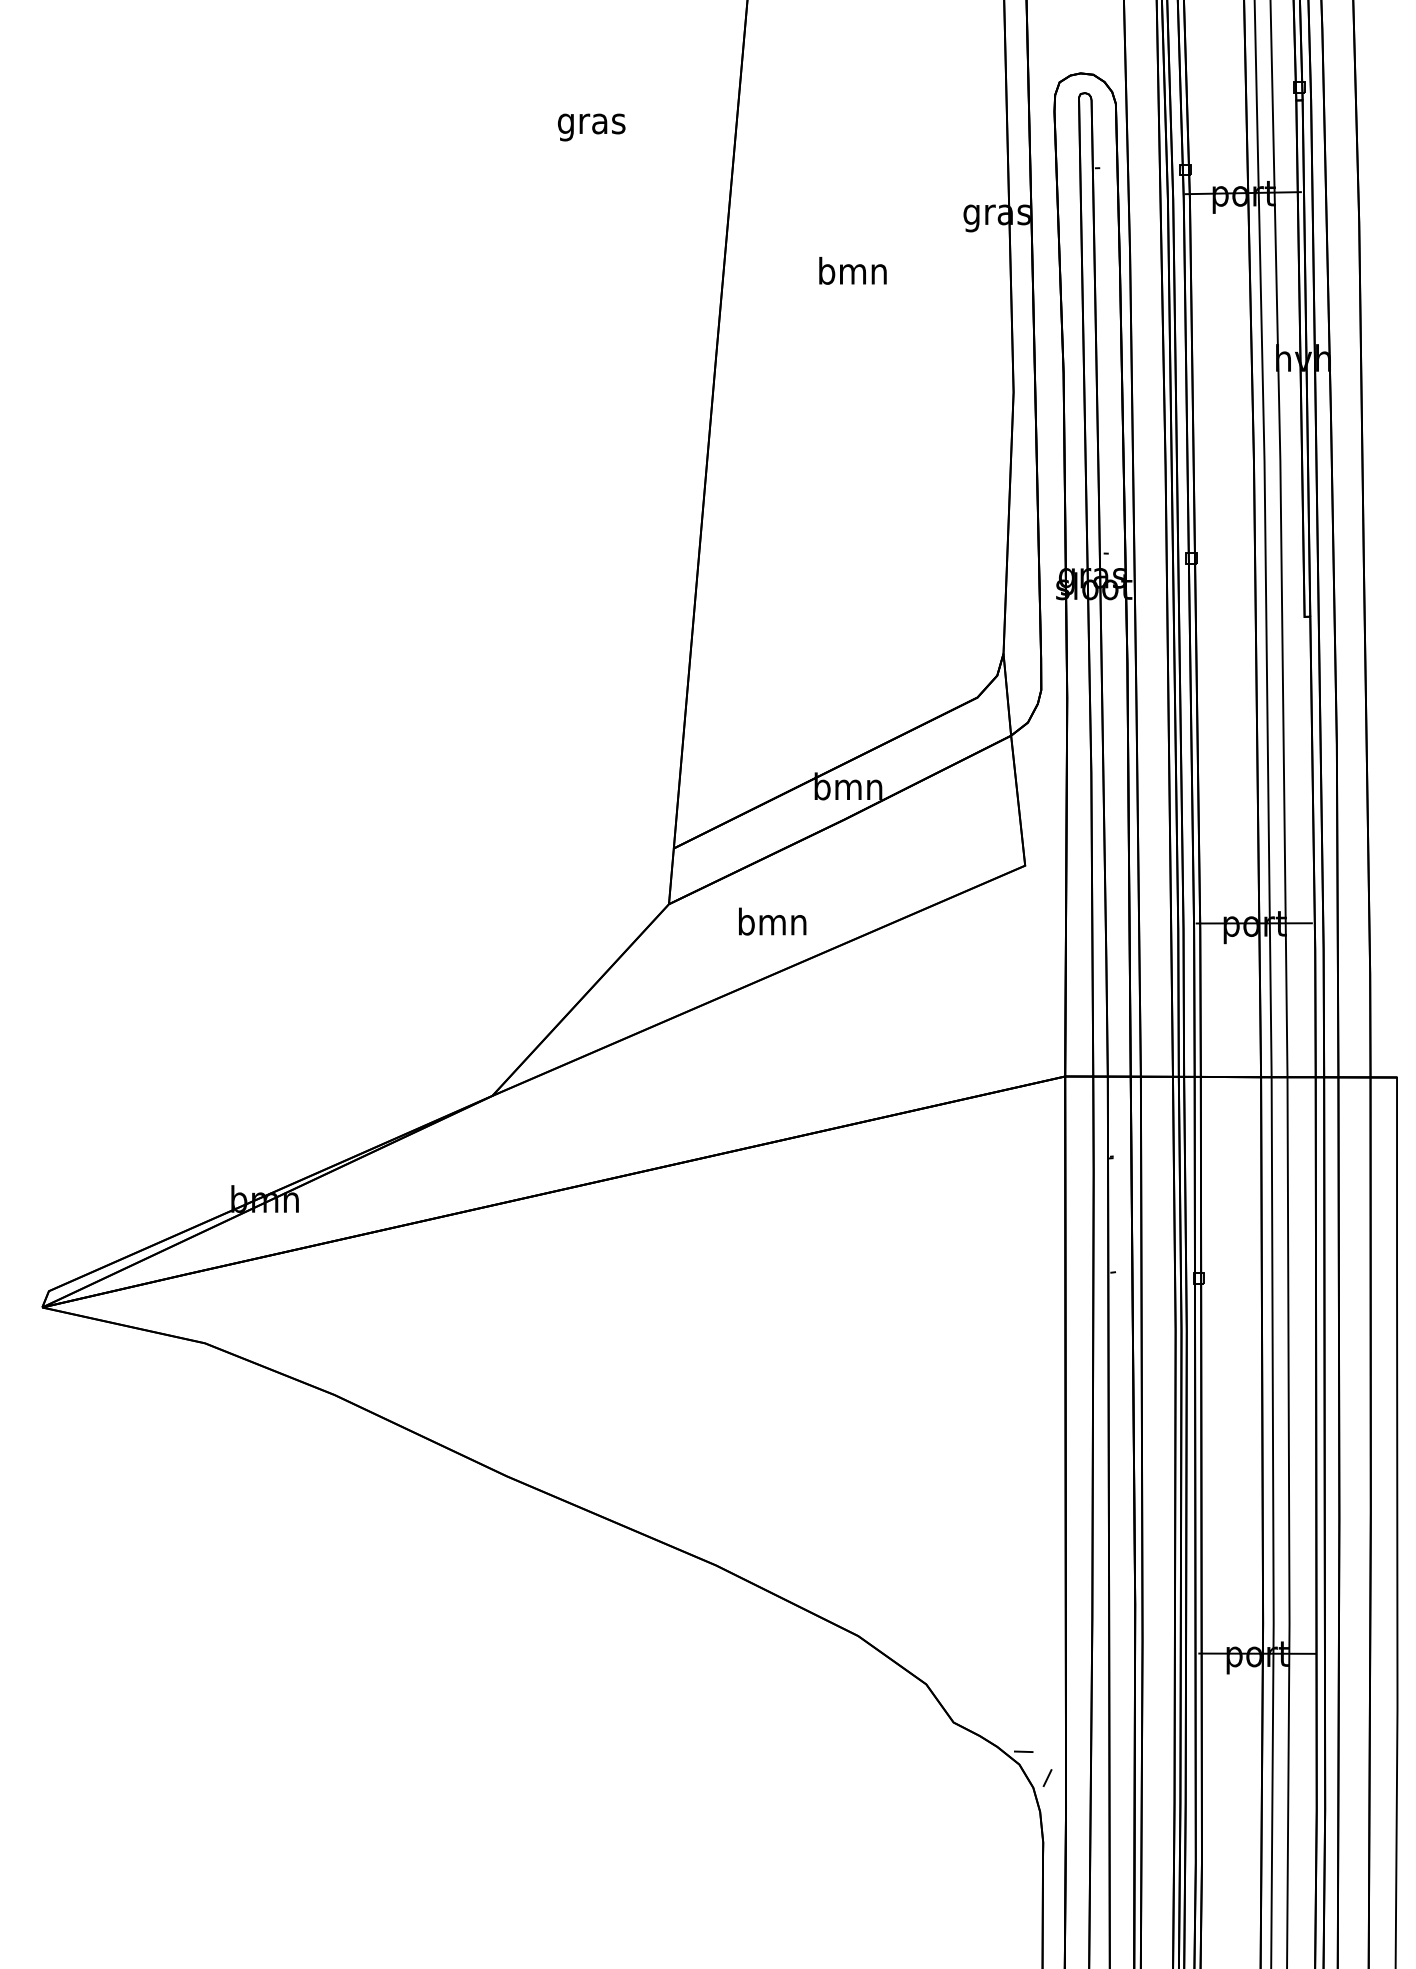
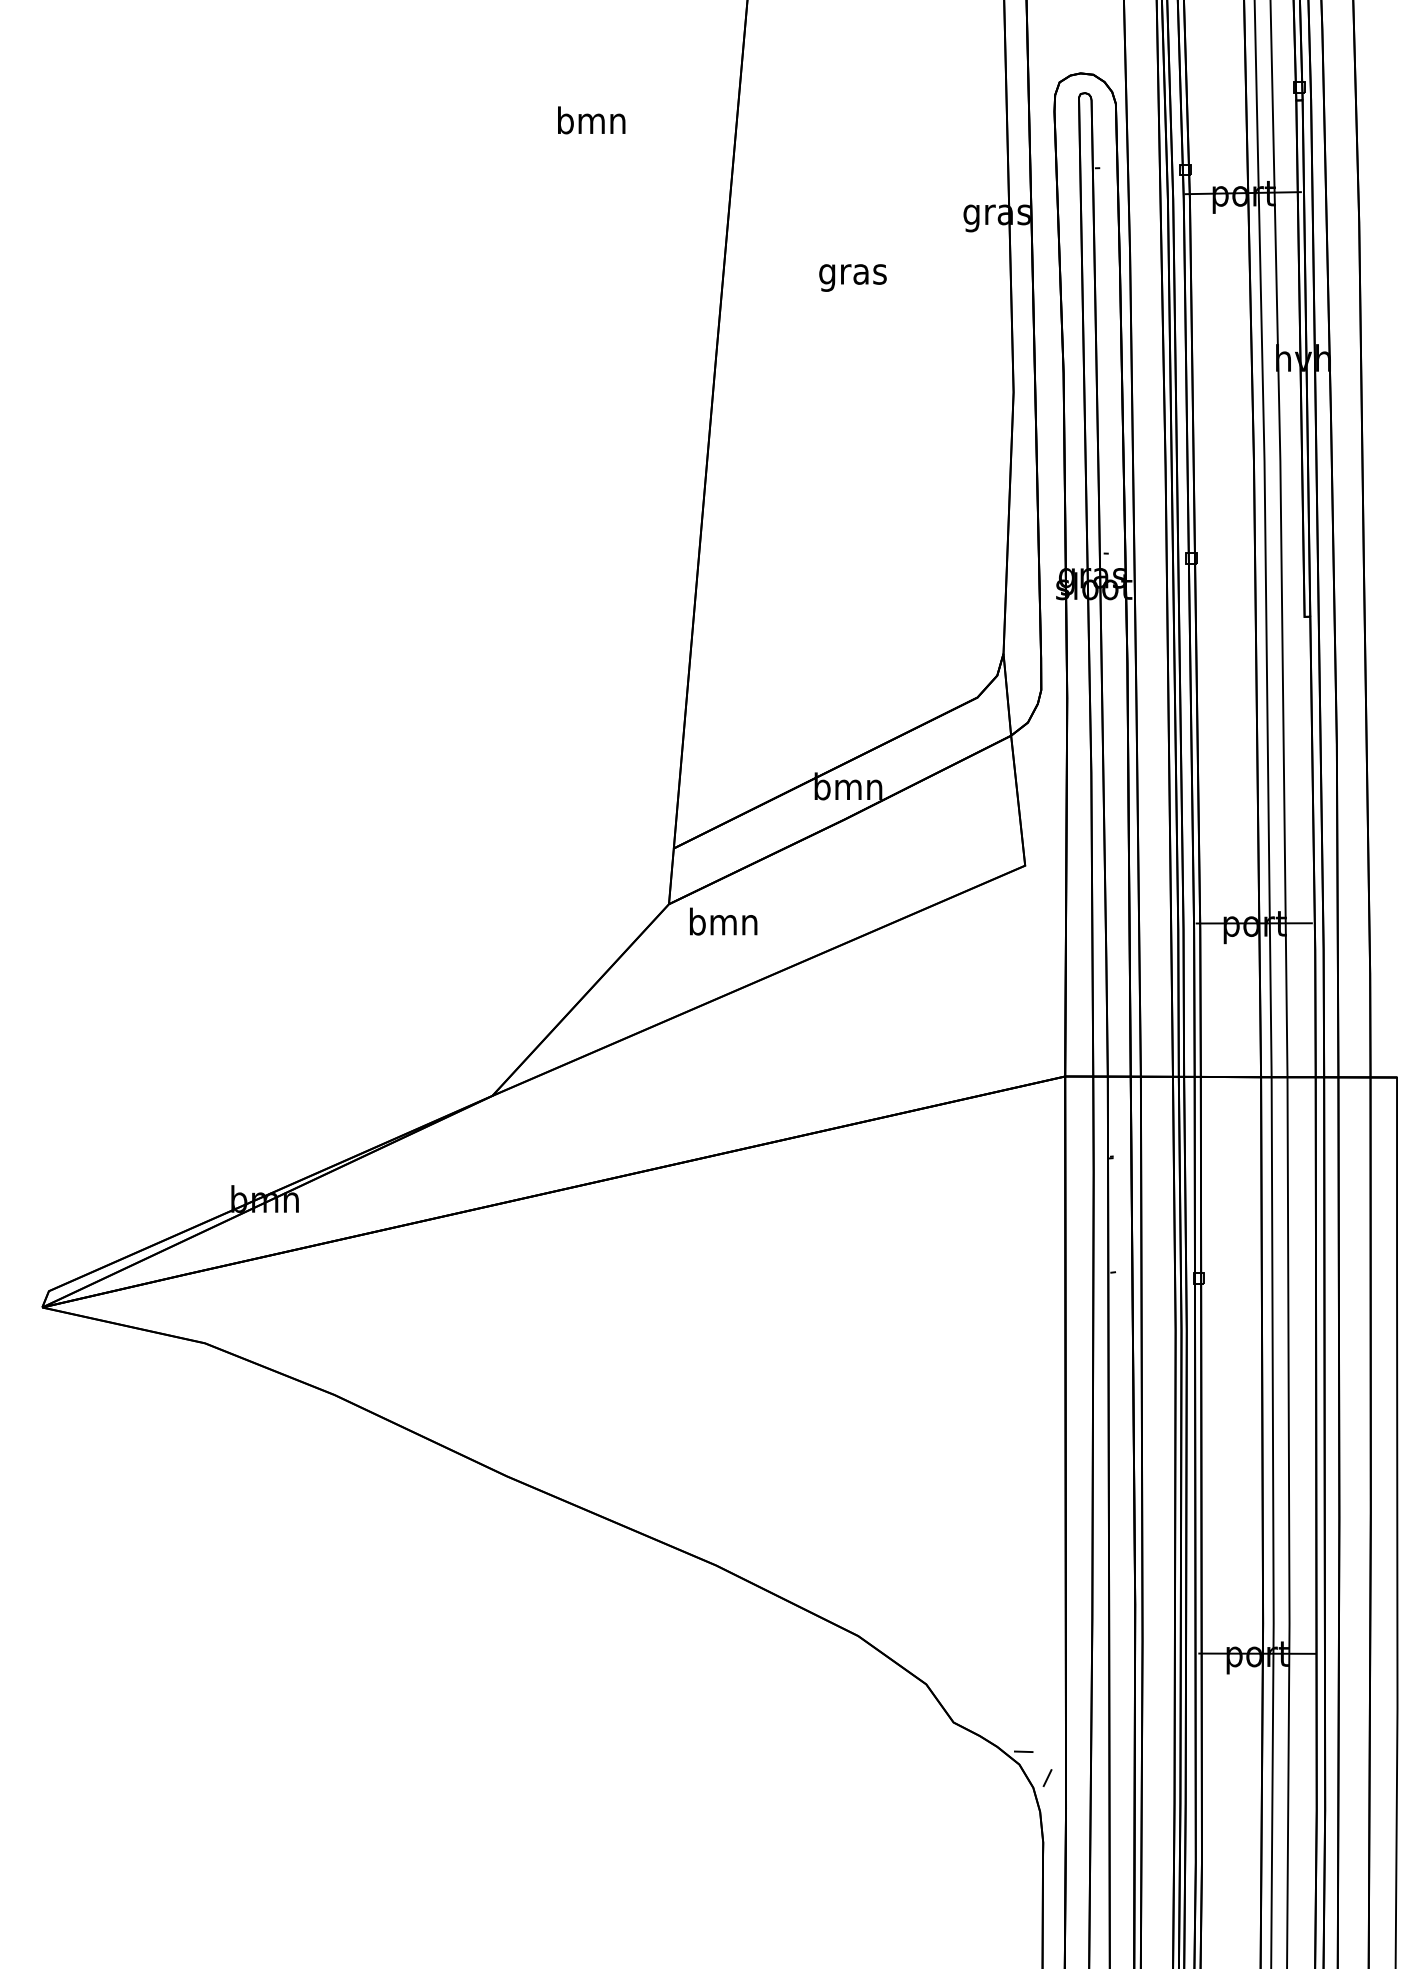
text at (591, 123): gras -> bmn
text at (852, 273): bmn -> gras
text at (772, 921) position: (772, 921) -> (723, 921)
